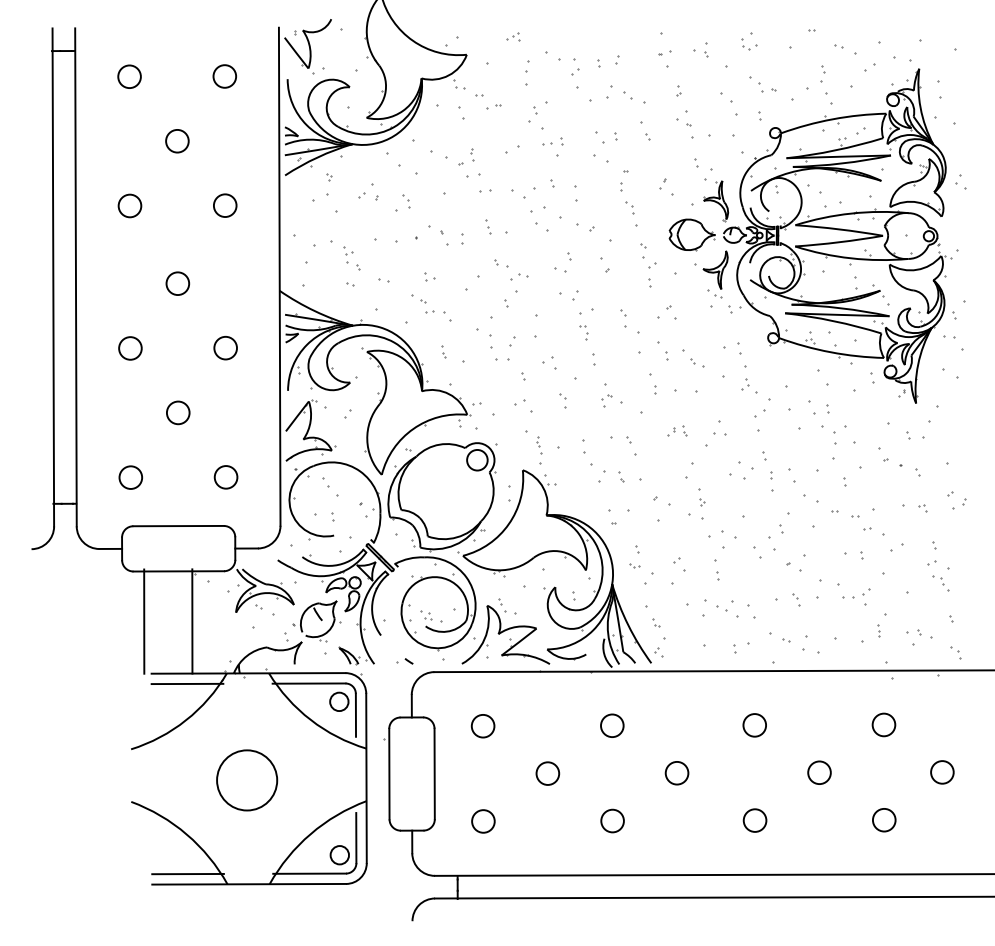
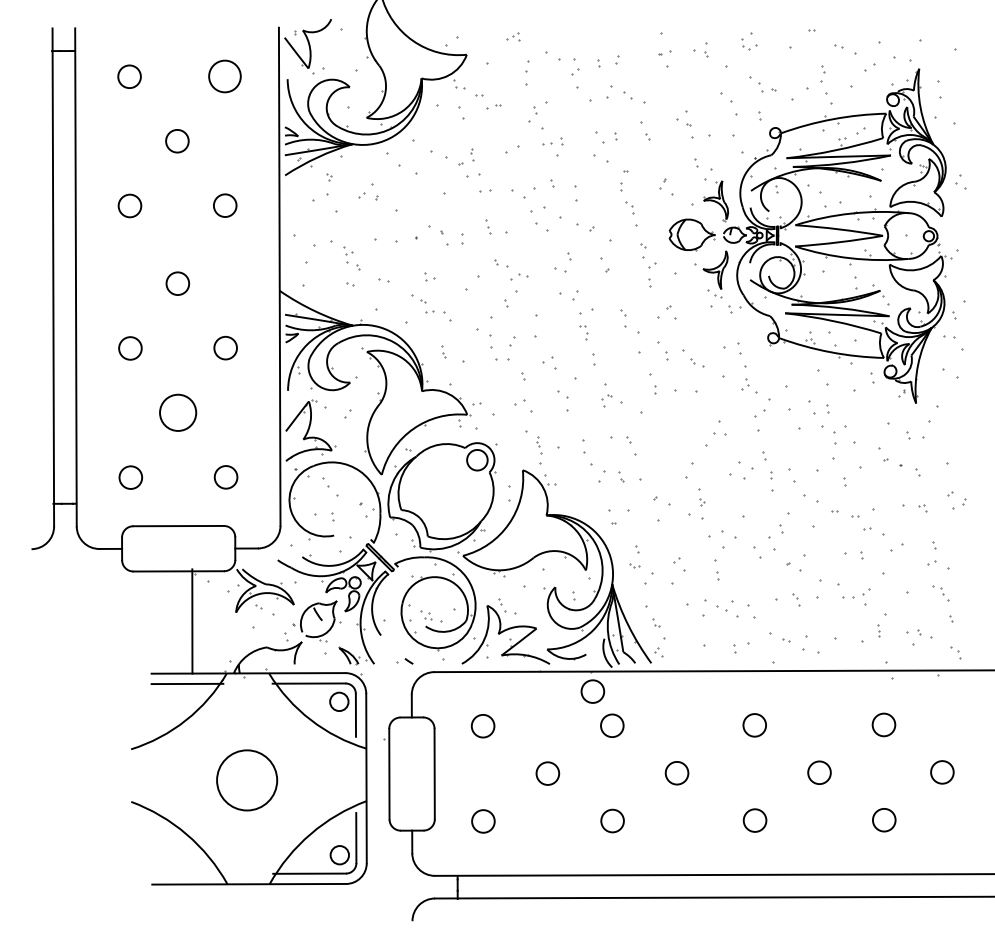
circle at (224, 76) size: 25x25 px -> 34x35 px
part at (678, 90): present -> none
part at (406, 201): present -> none
part at (562, 400) size: 8x16 px -> 12x22 px
circle at (178, 412) size: 25x26 px -> 39x39 px
part at (677, 430): present -> none
part at (940, 583) position: (940, 583) -> (940, 593)
line at (144, 621): present -> none
circle at (592, 691): none -> present
line at (187, 873): present -> none
